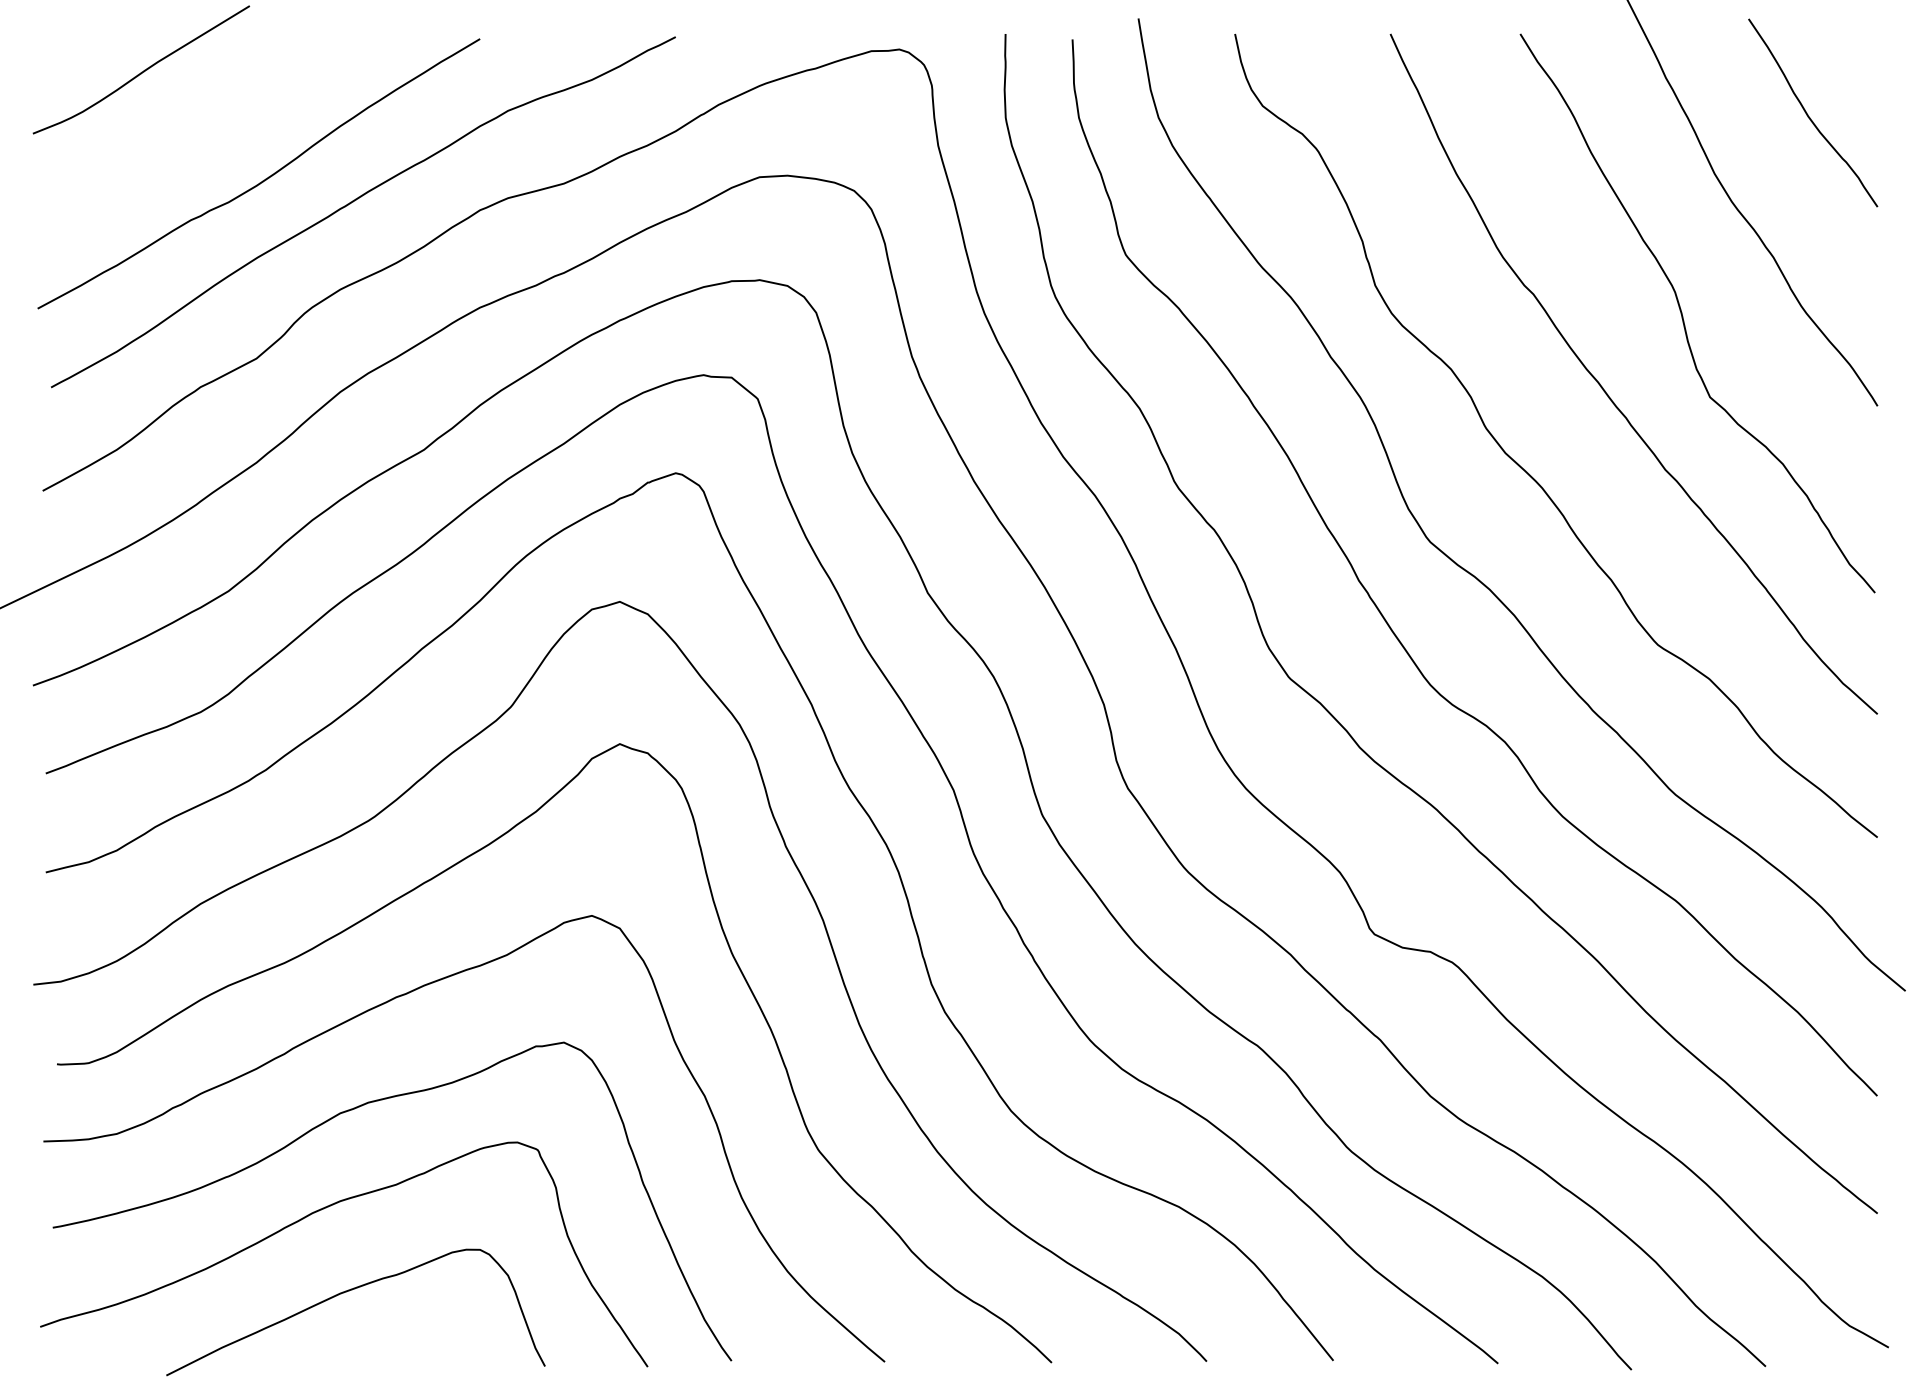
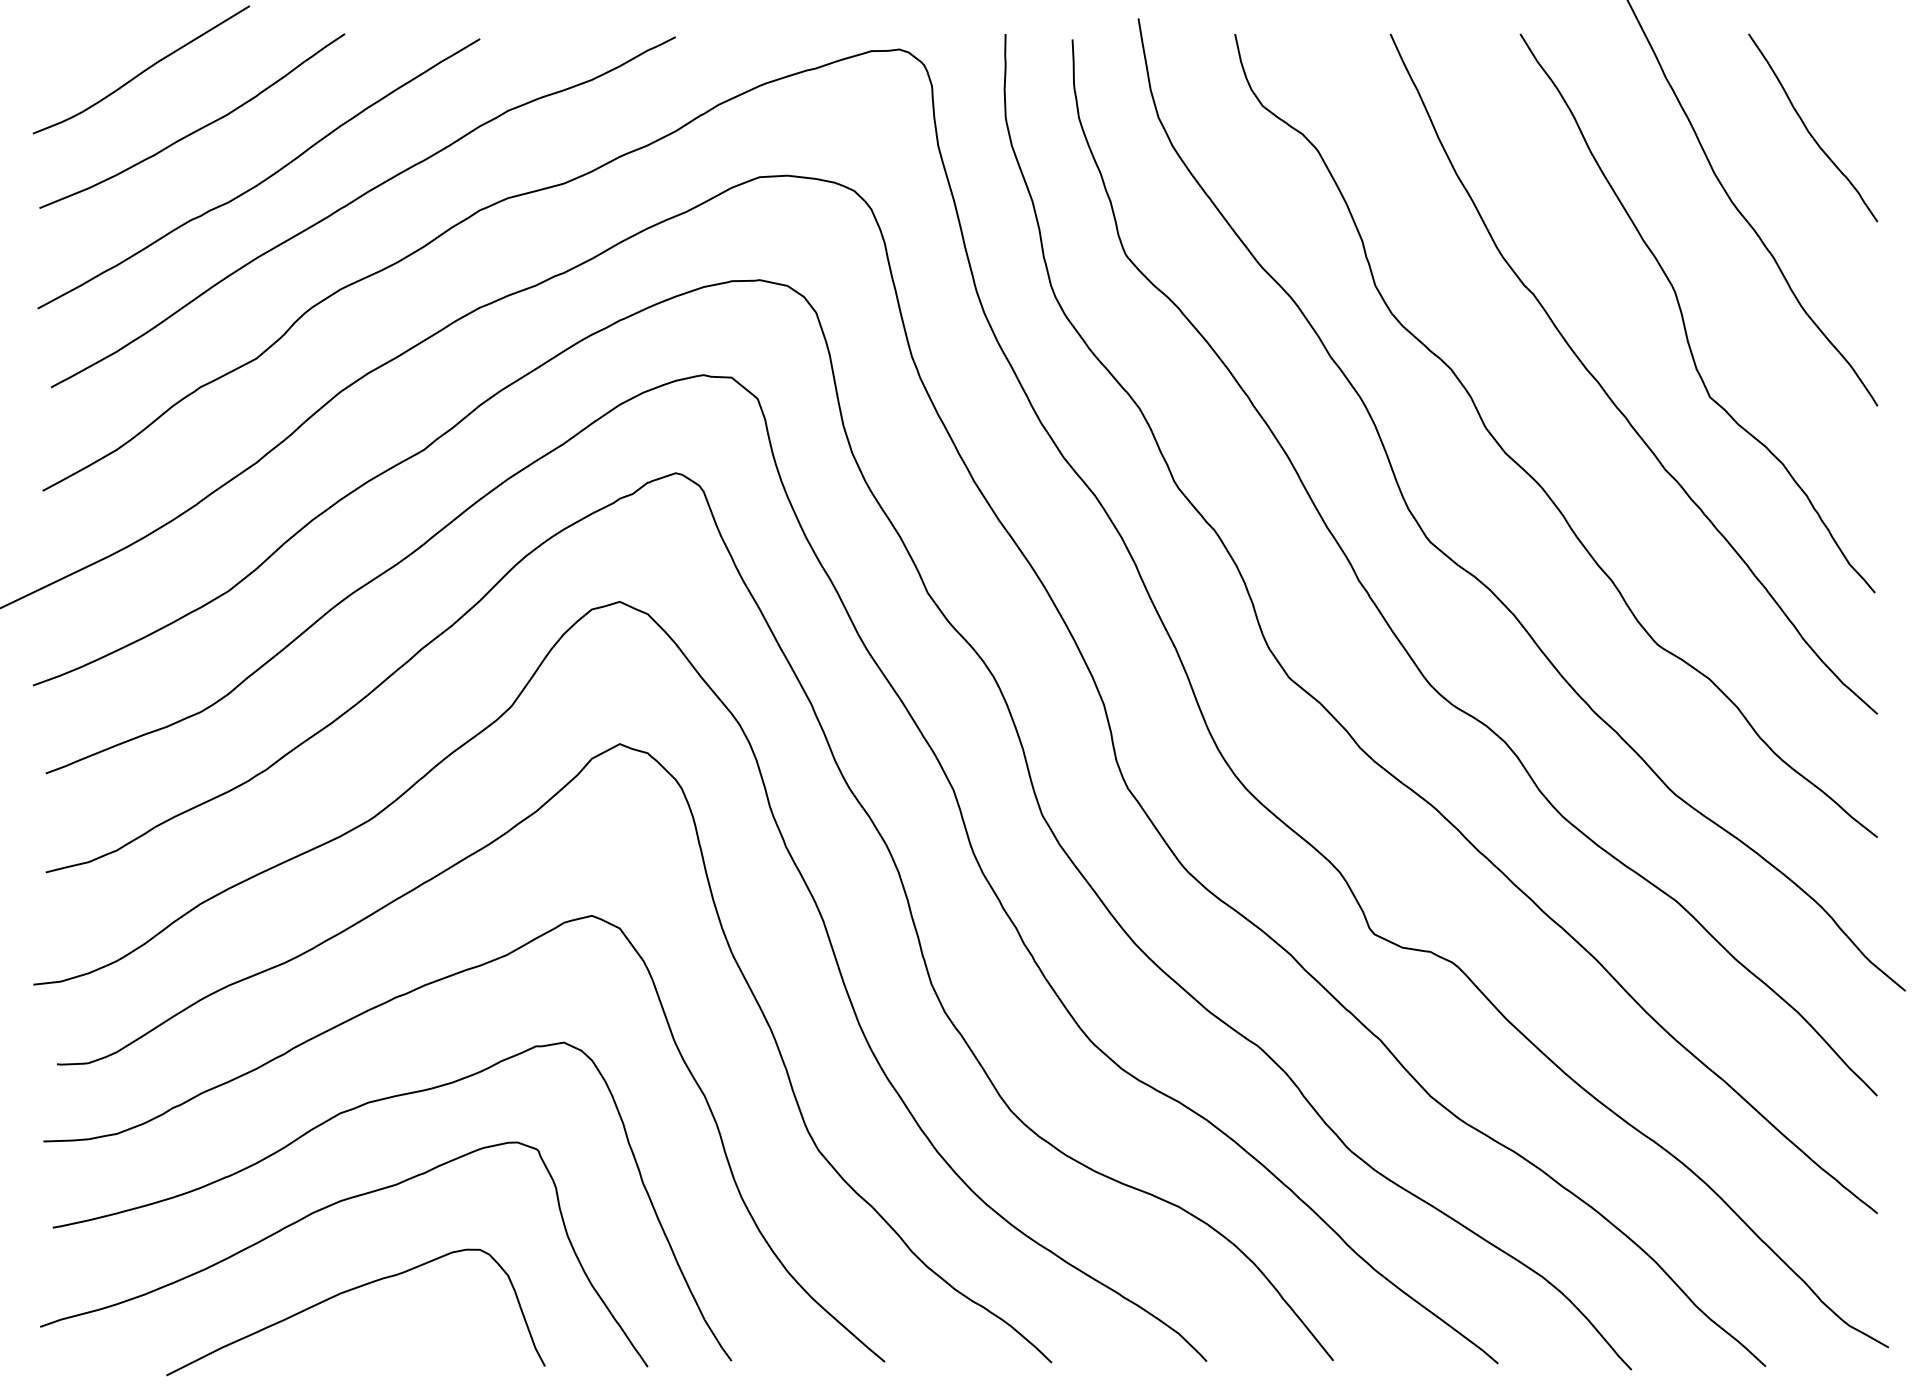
curve at (1808, 114) position: (1808, 114) -> (1808, 129)
curve at (197, 129): none -> present
